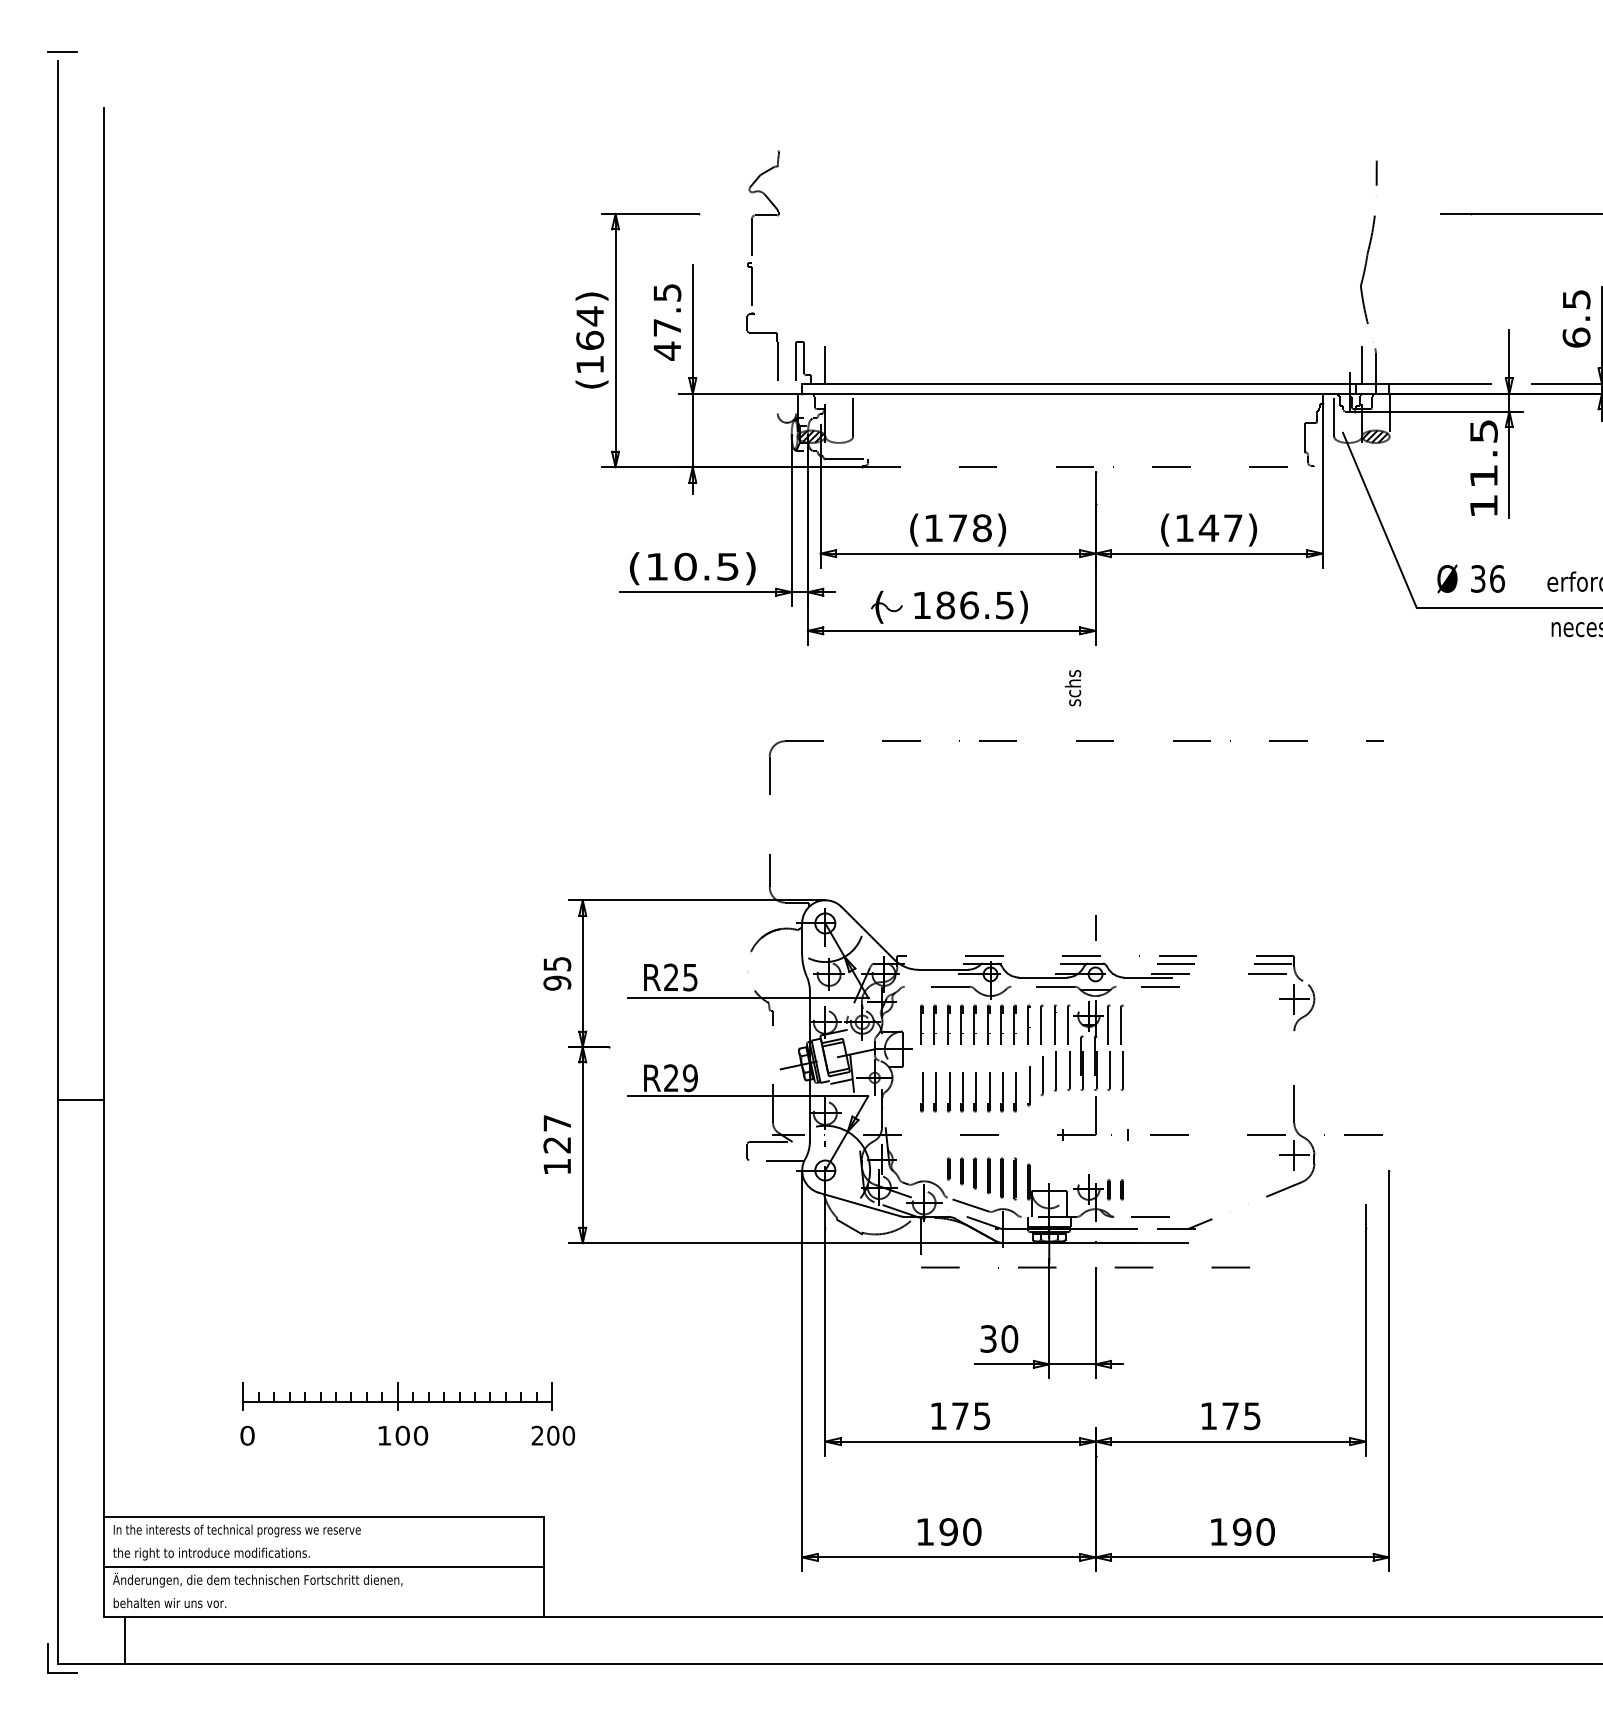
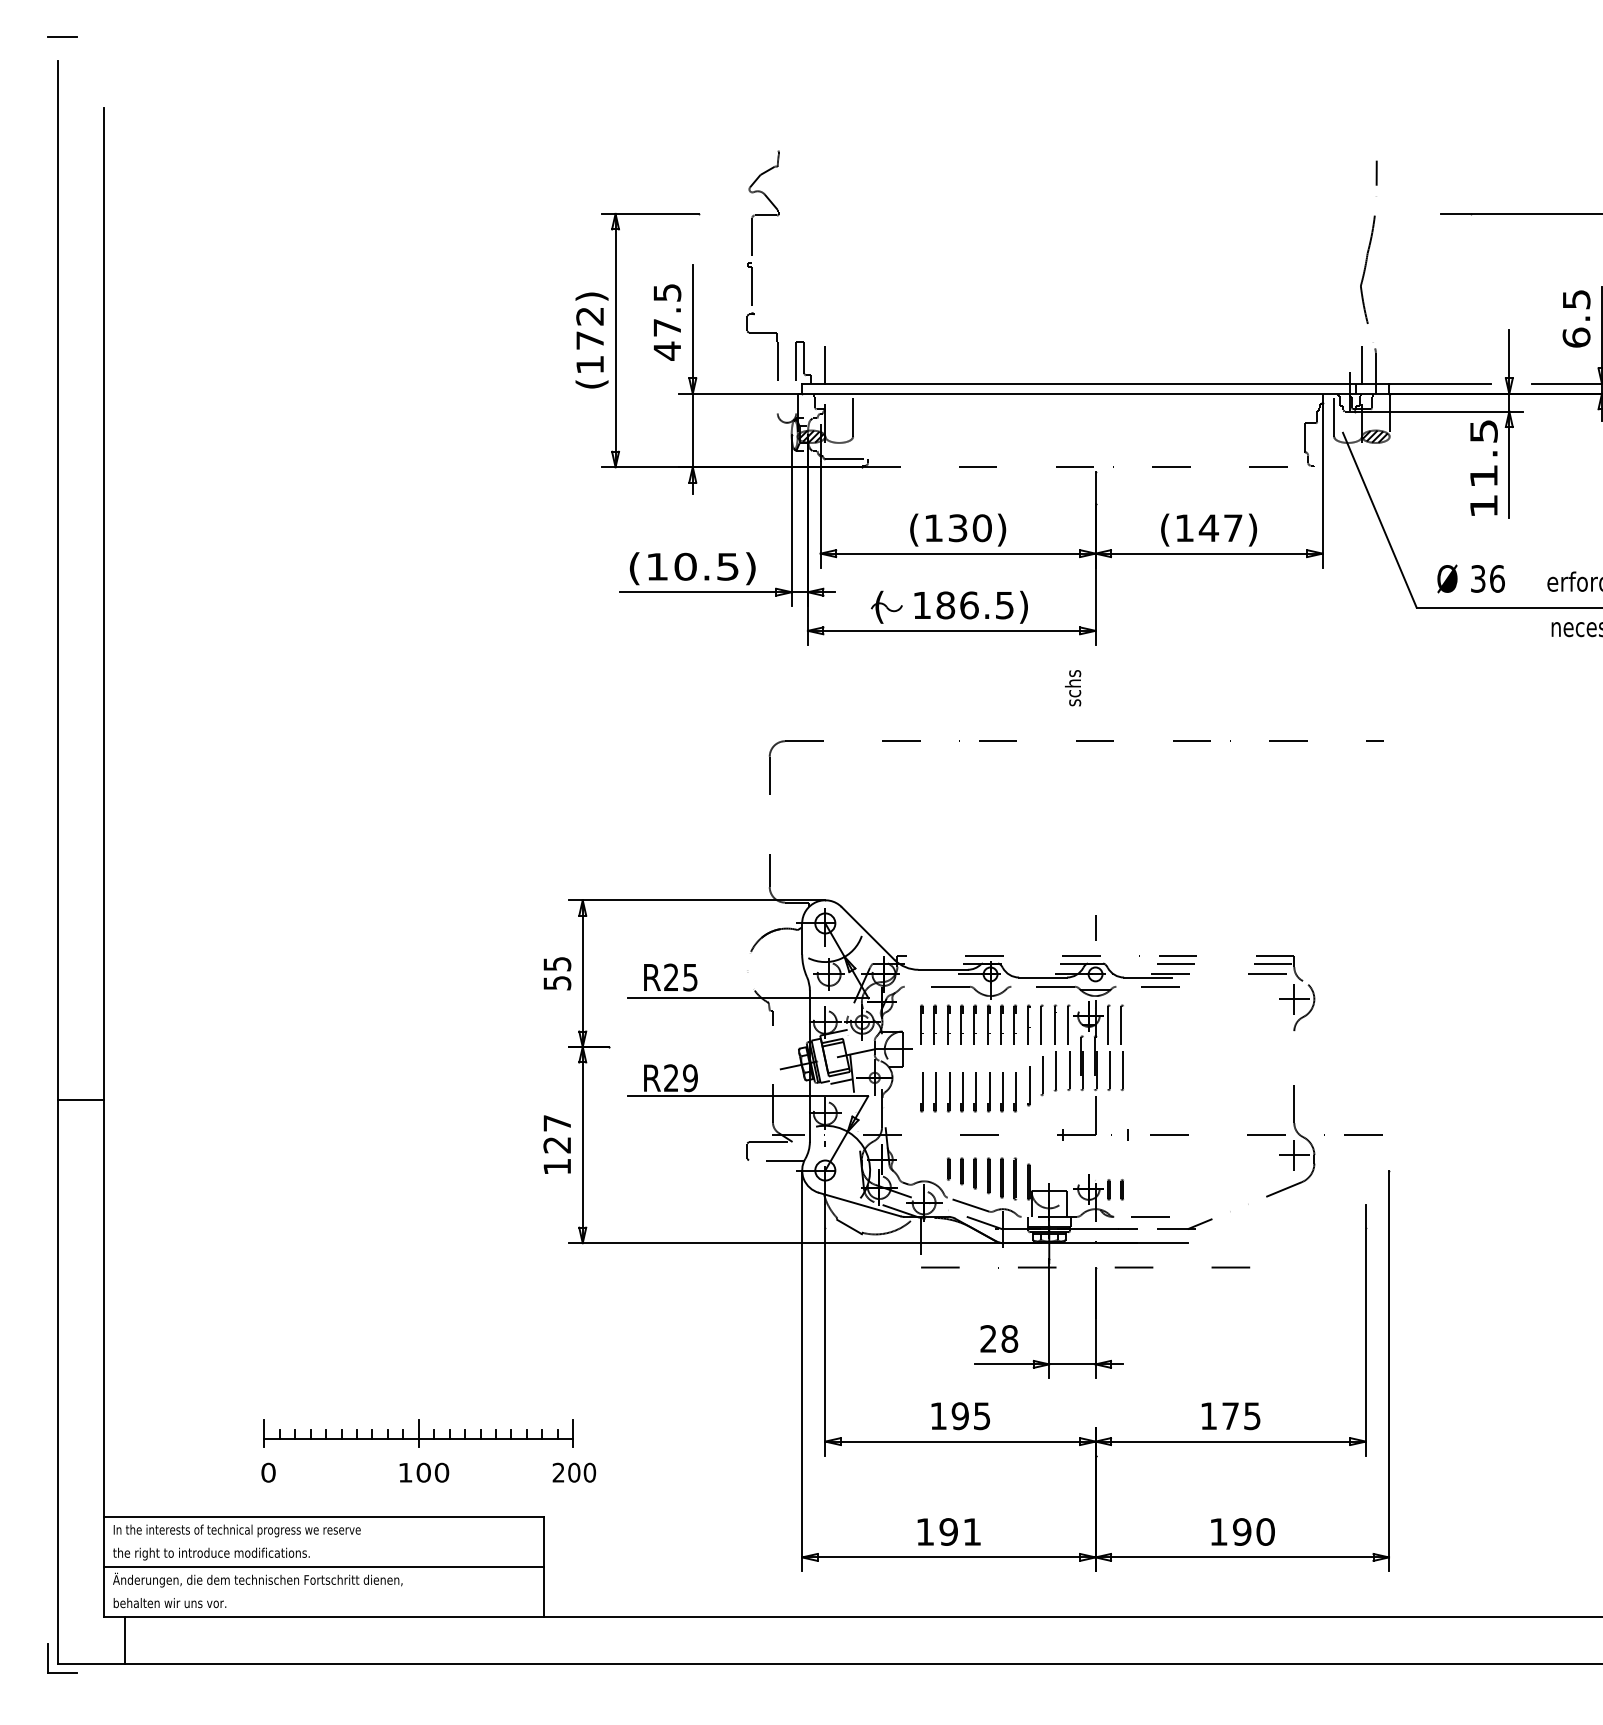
line at (62, 51) position: (62, 51) -> (62, 36)
text at (590, 327): (164) -> (172)
text at (970, 528): (178) -> (130)
text at (557, 982): 95 -> 55
text at (999, 1338): 30 -> 28
part at (398, 1410) position: (398, 1410) -> (419, 1447)
text at (959, 1416): 175 -> 195
text at (972, 1531): 190 -> 191
